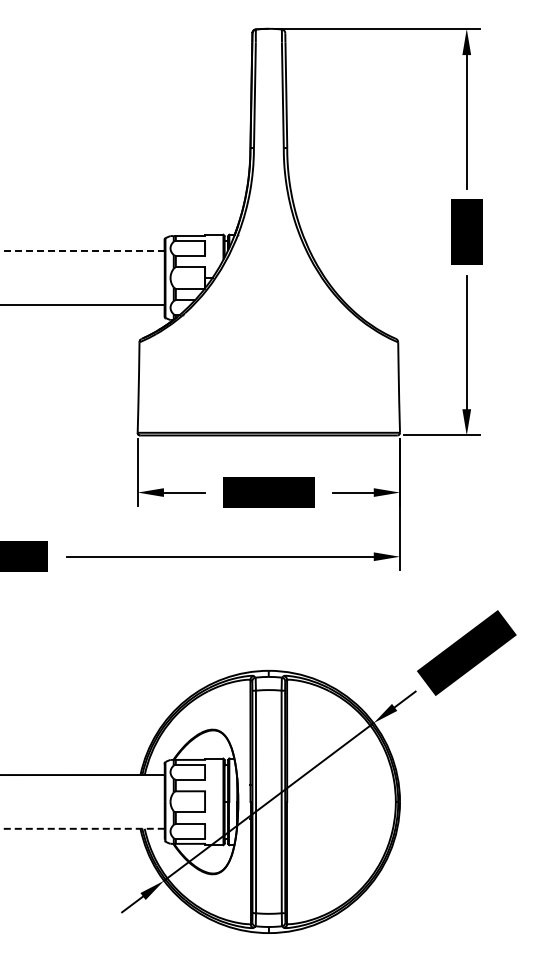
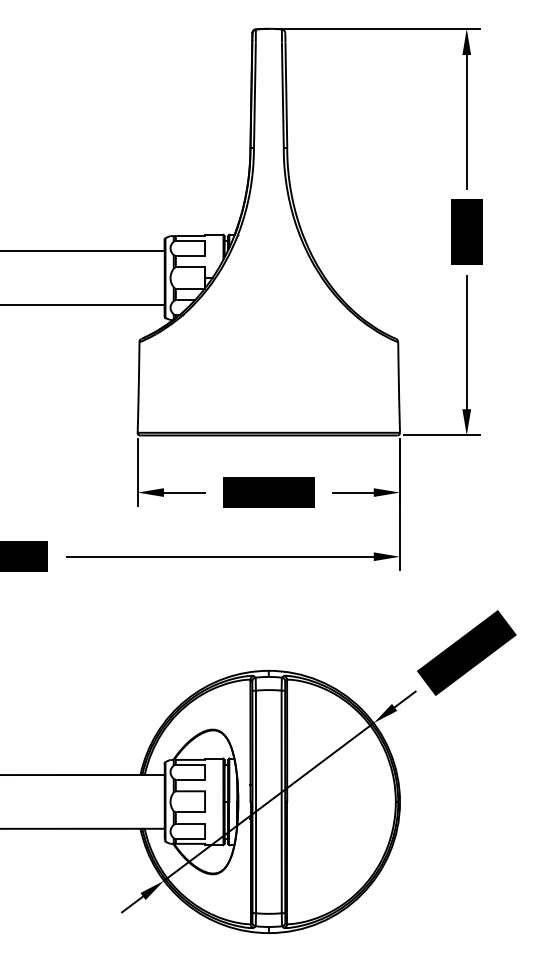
line at (81, 251): dashed -> solid
line at (81, 828): dashed -> solid
